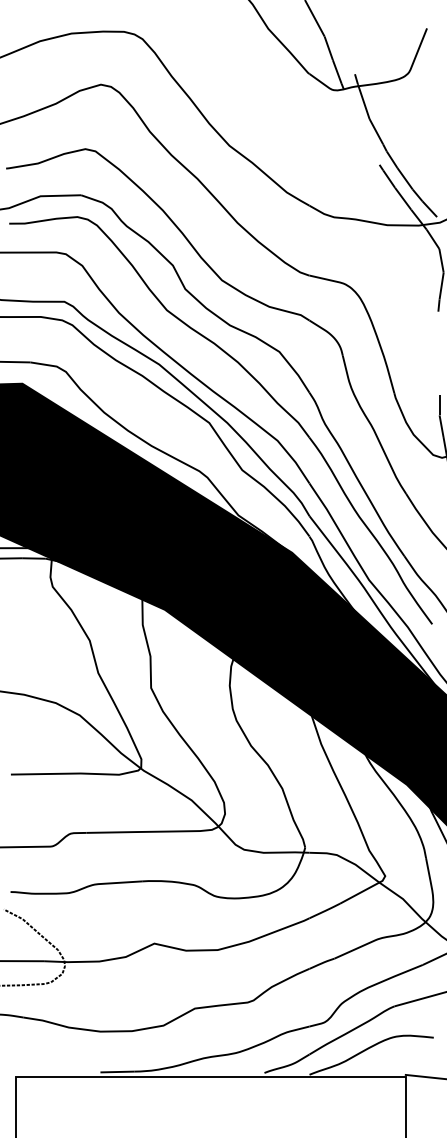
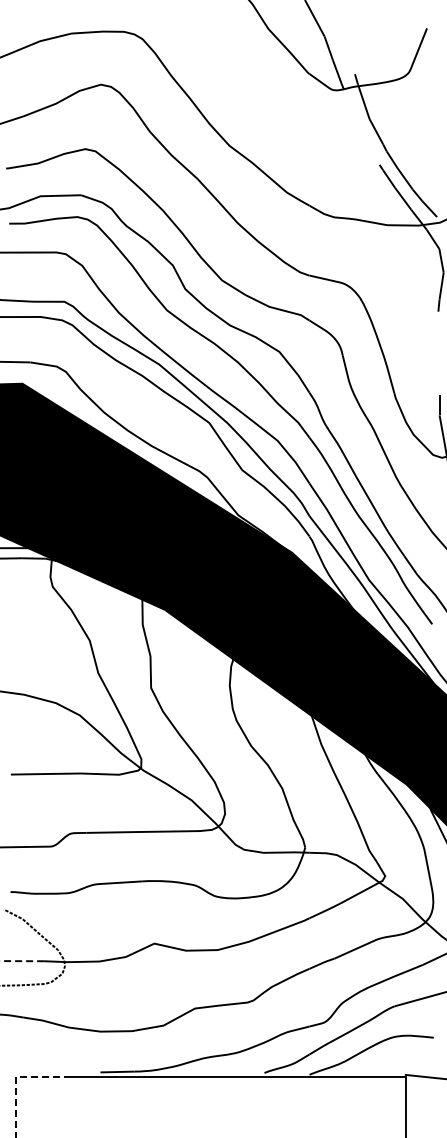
line at (22, 961): solid -> dashed
line at (15, 1080): solid -> dashed
